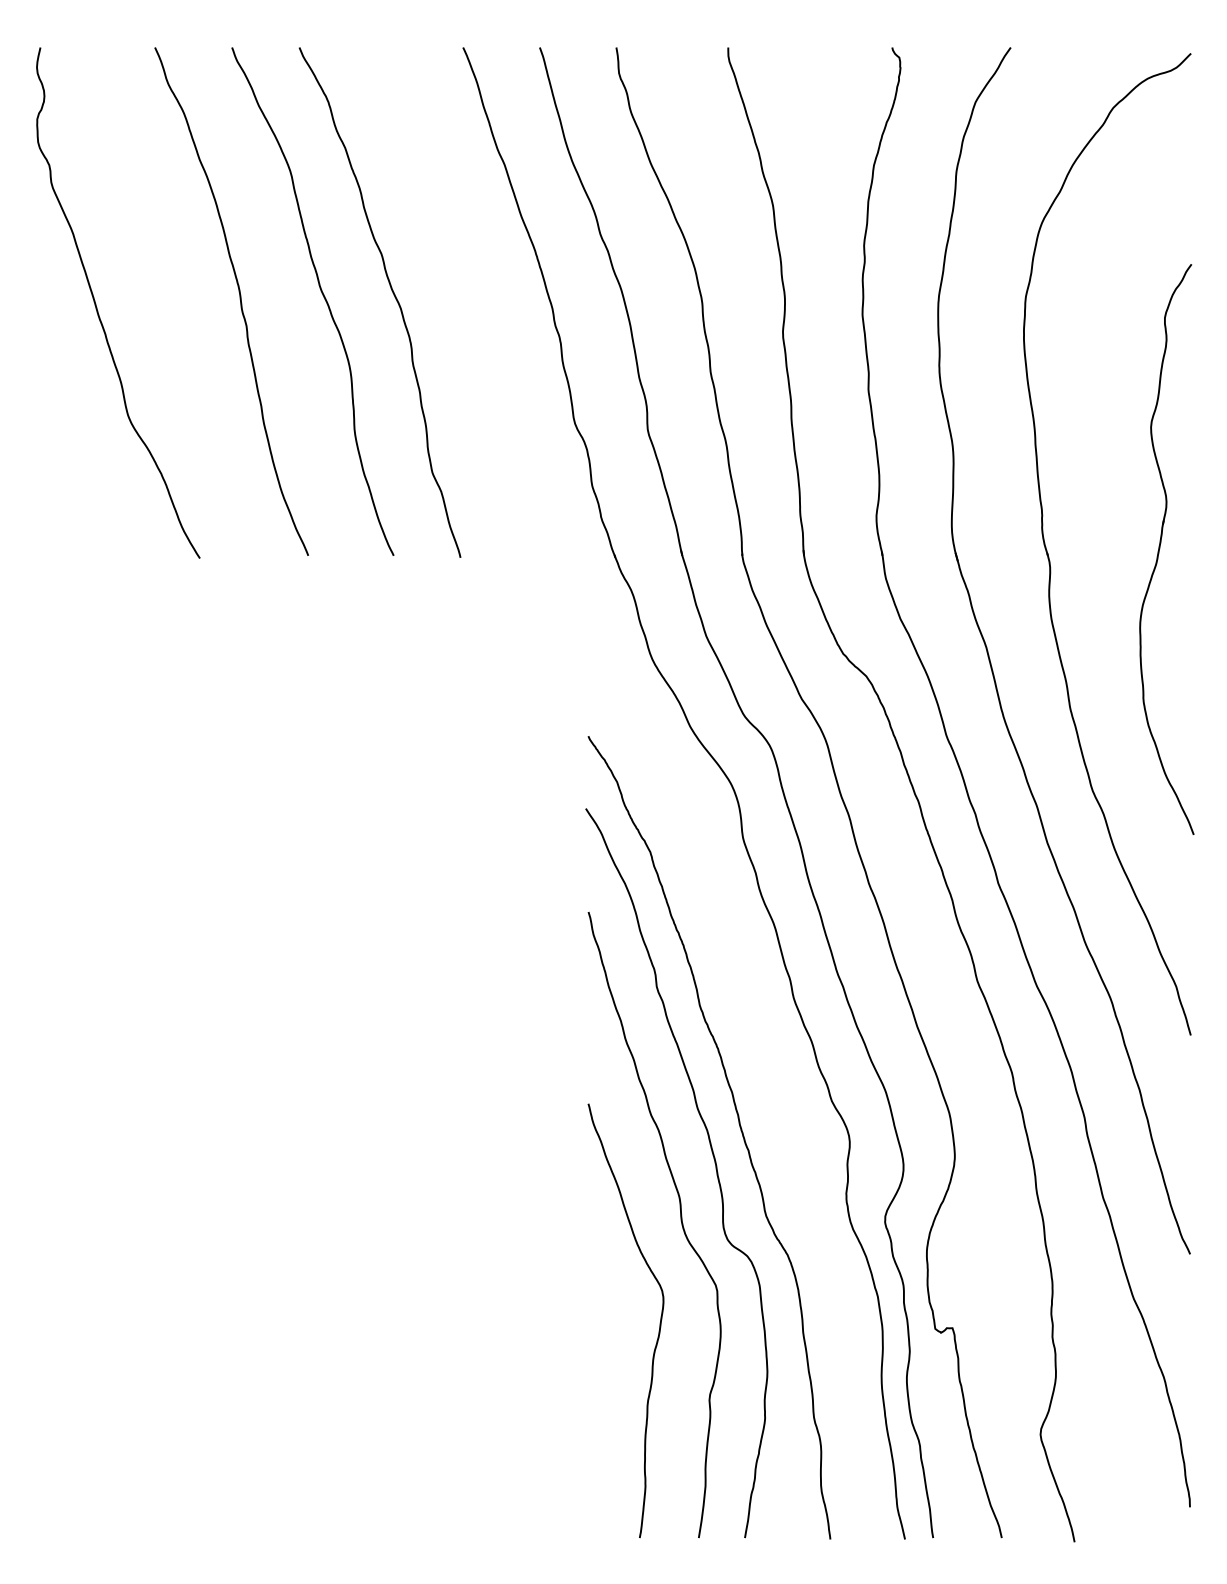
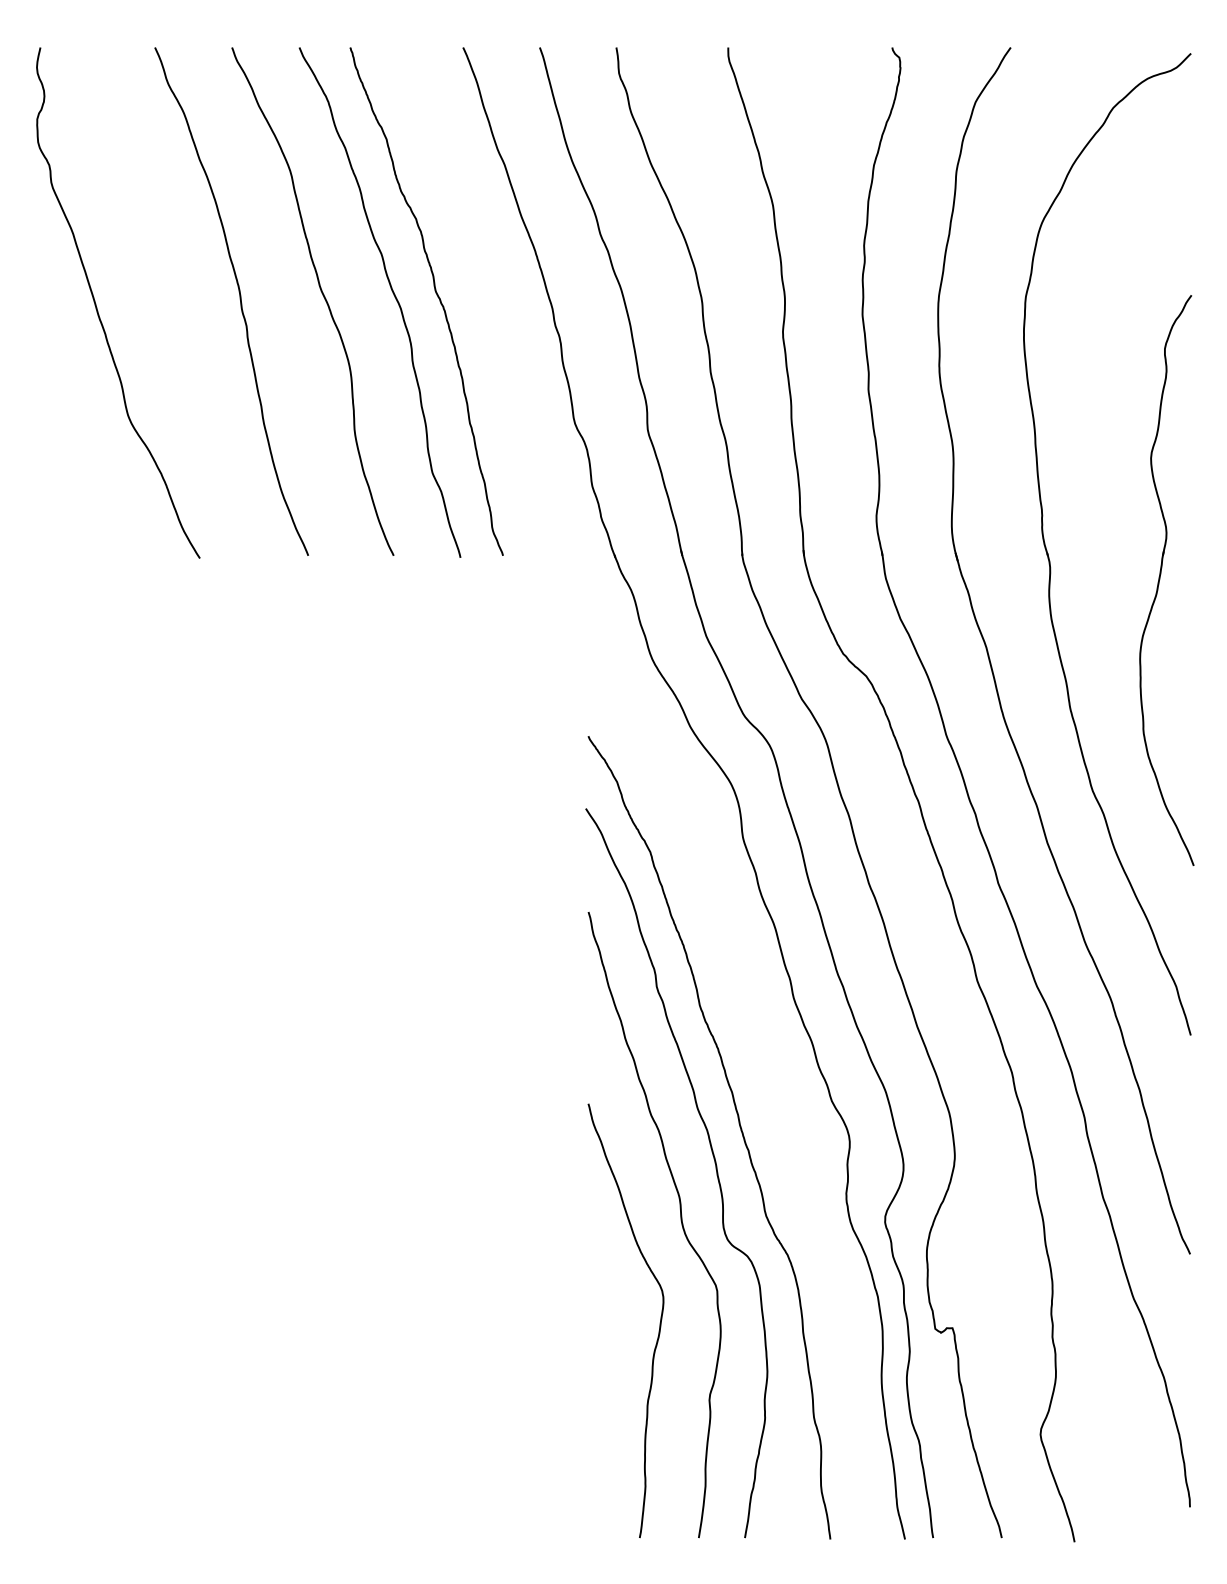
curve at (436, 295): none -> present
part at (1160, 548) position: (1160, 548) -> (1160, 579)
